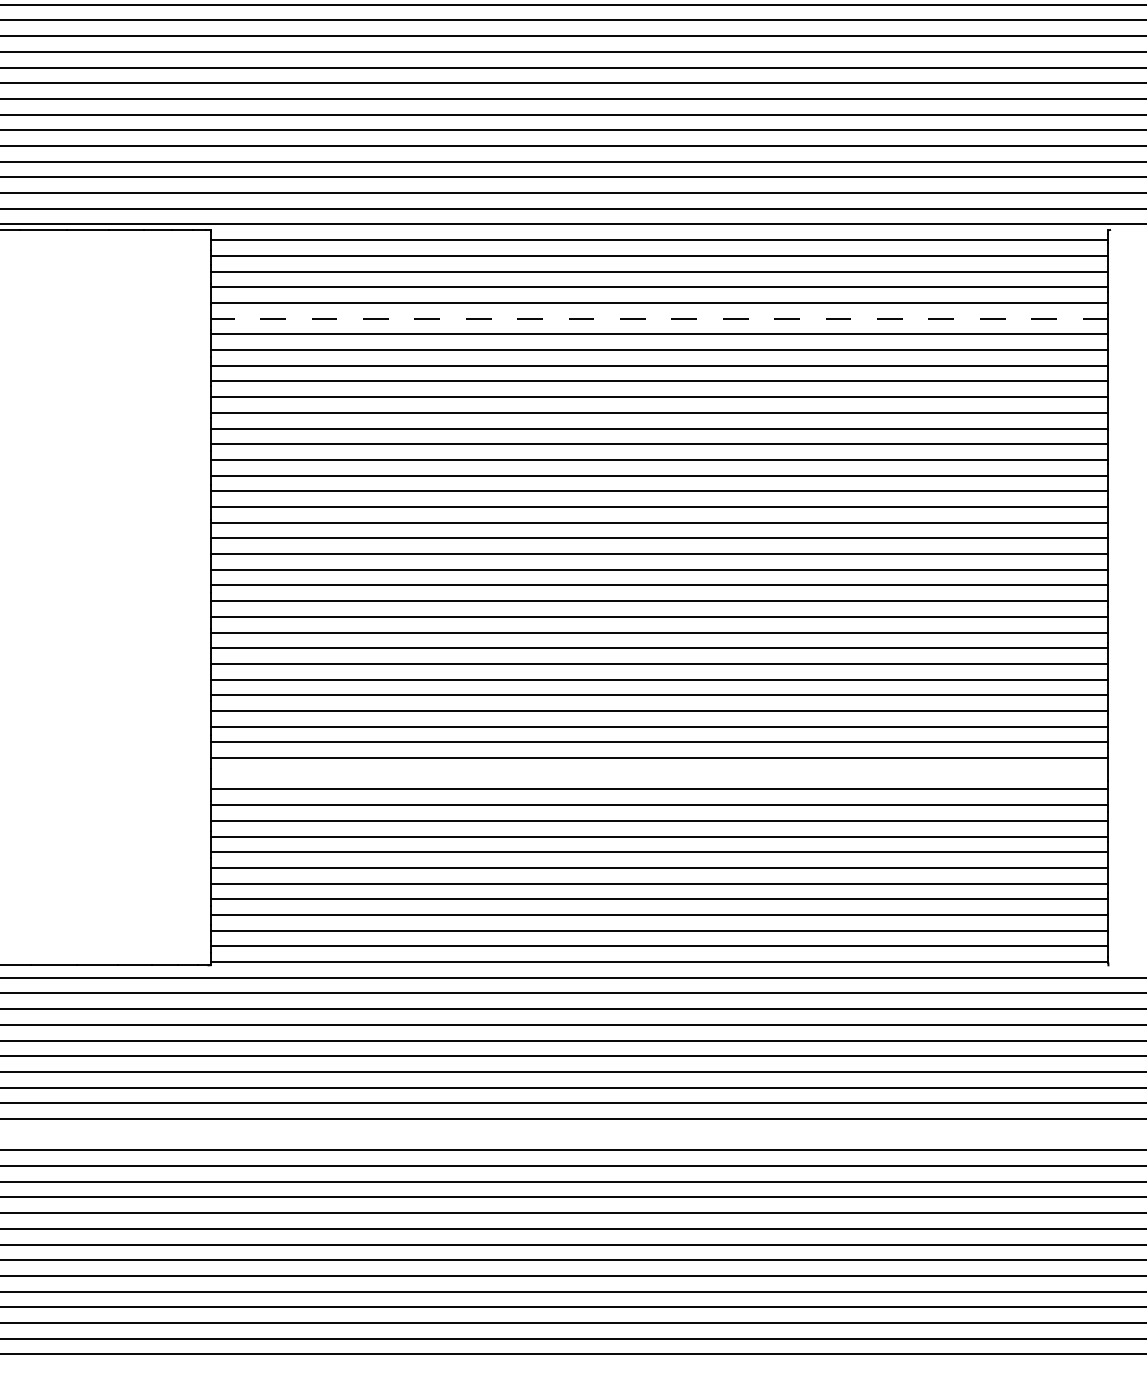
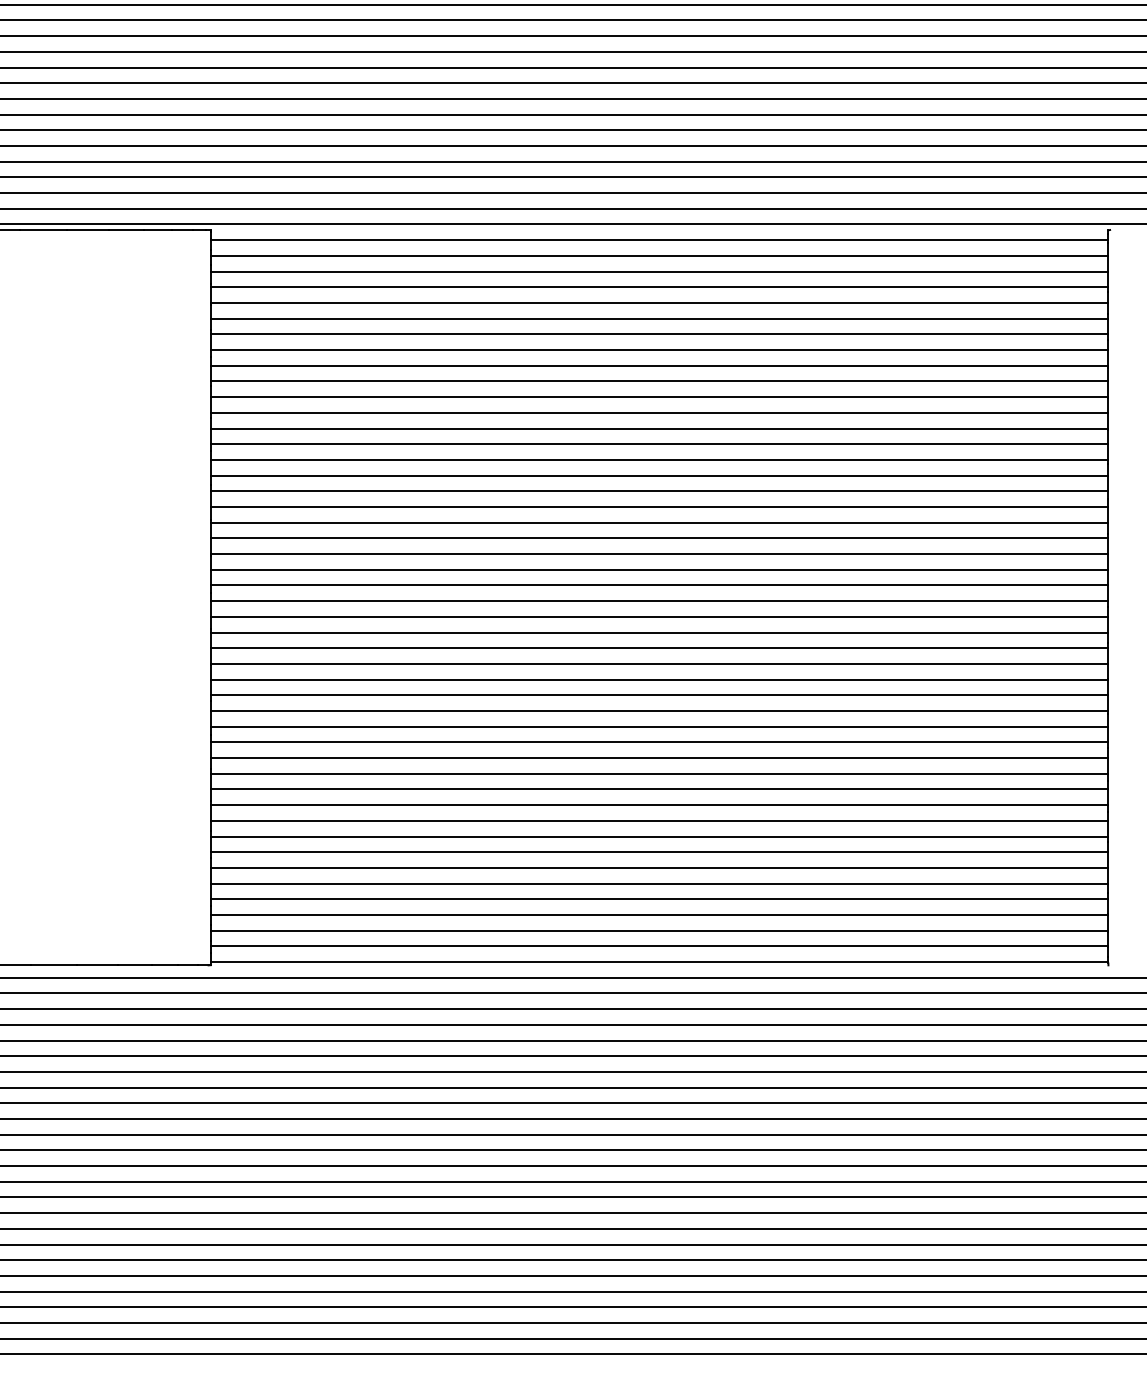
line at (659, 318): dashed -> solid
line at (659, 773): none -> present
line at (572, 1134): none -> present
